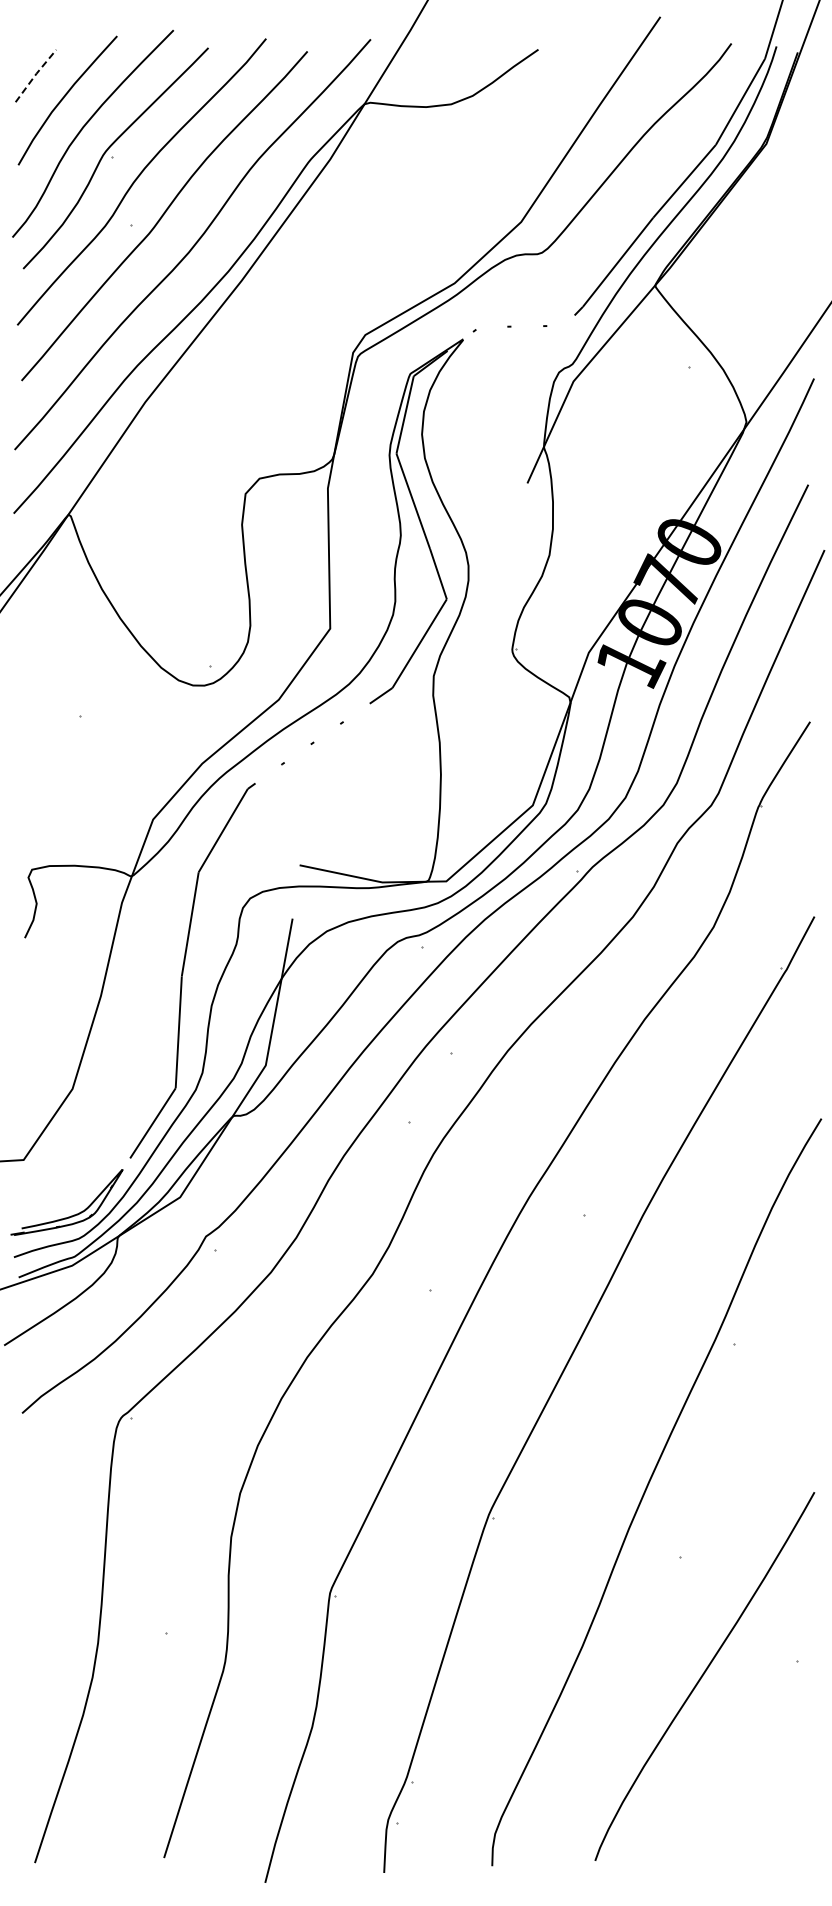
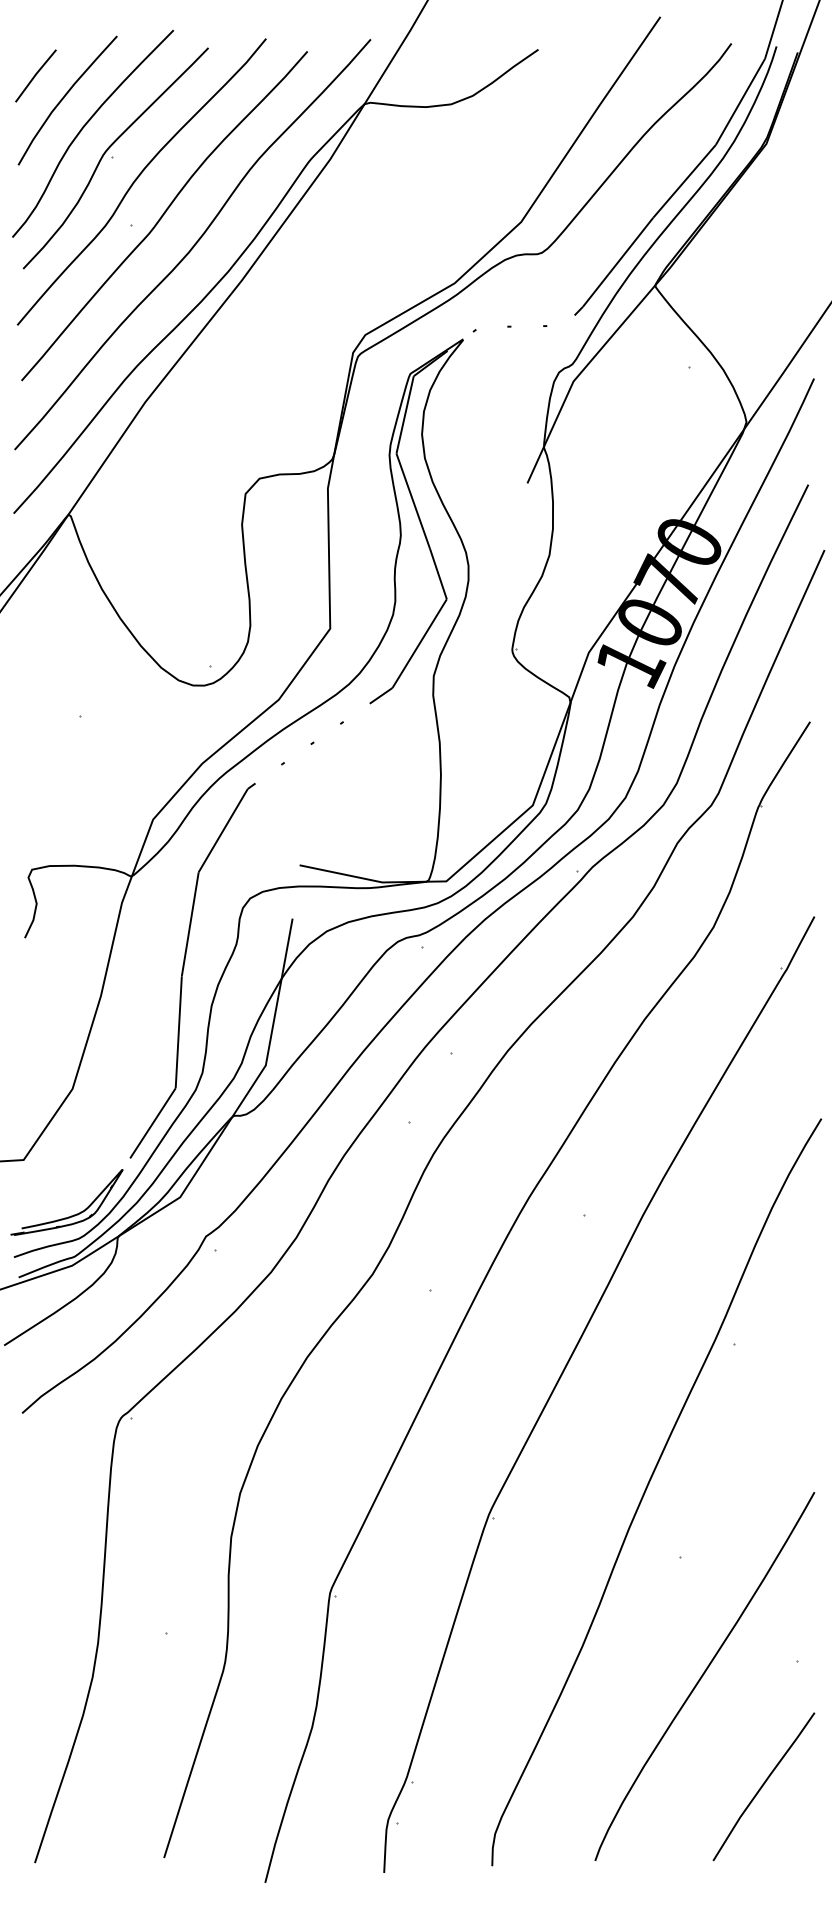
line at (35, 74): dashed -> solid
line at (763, 1786): none -> present
